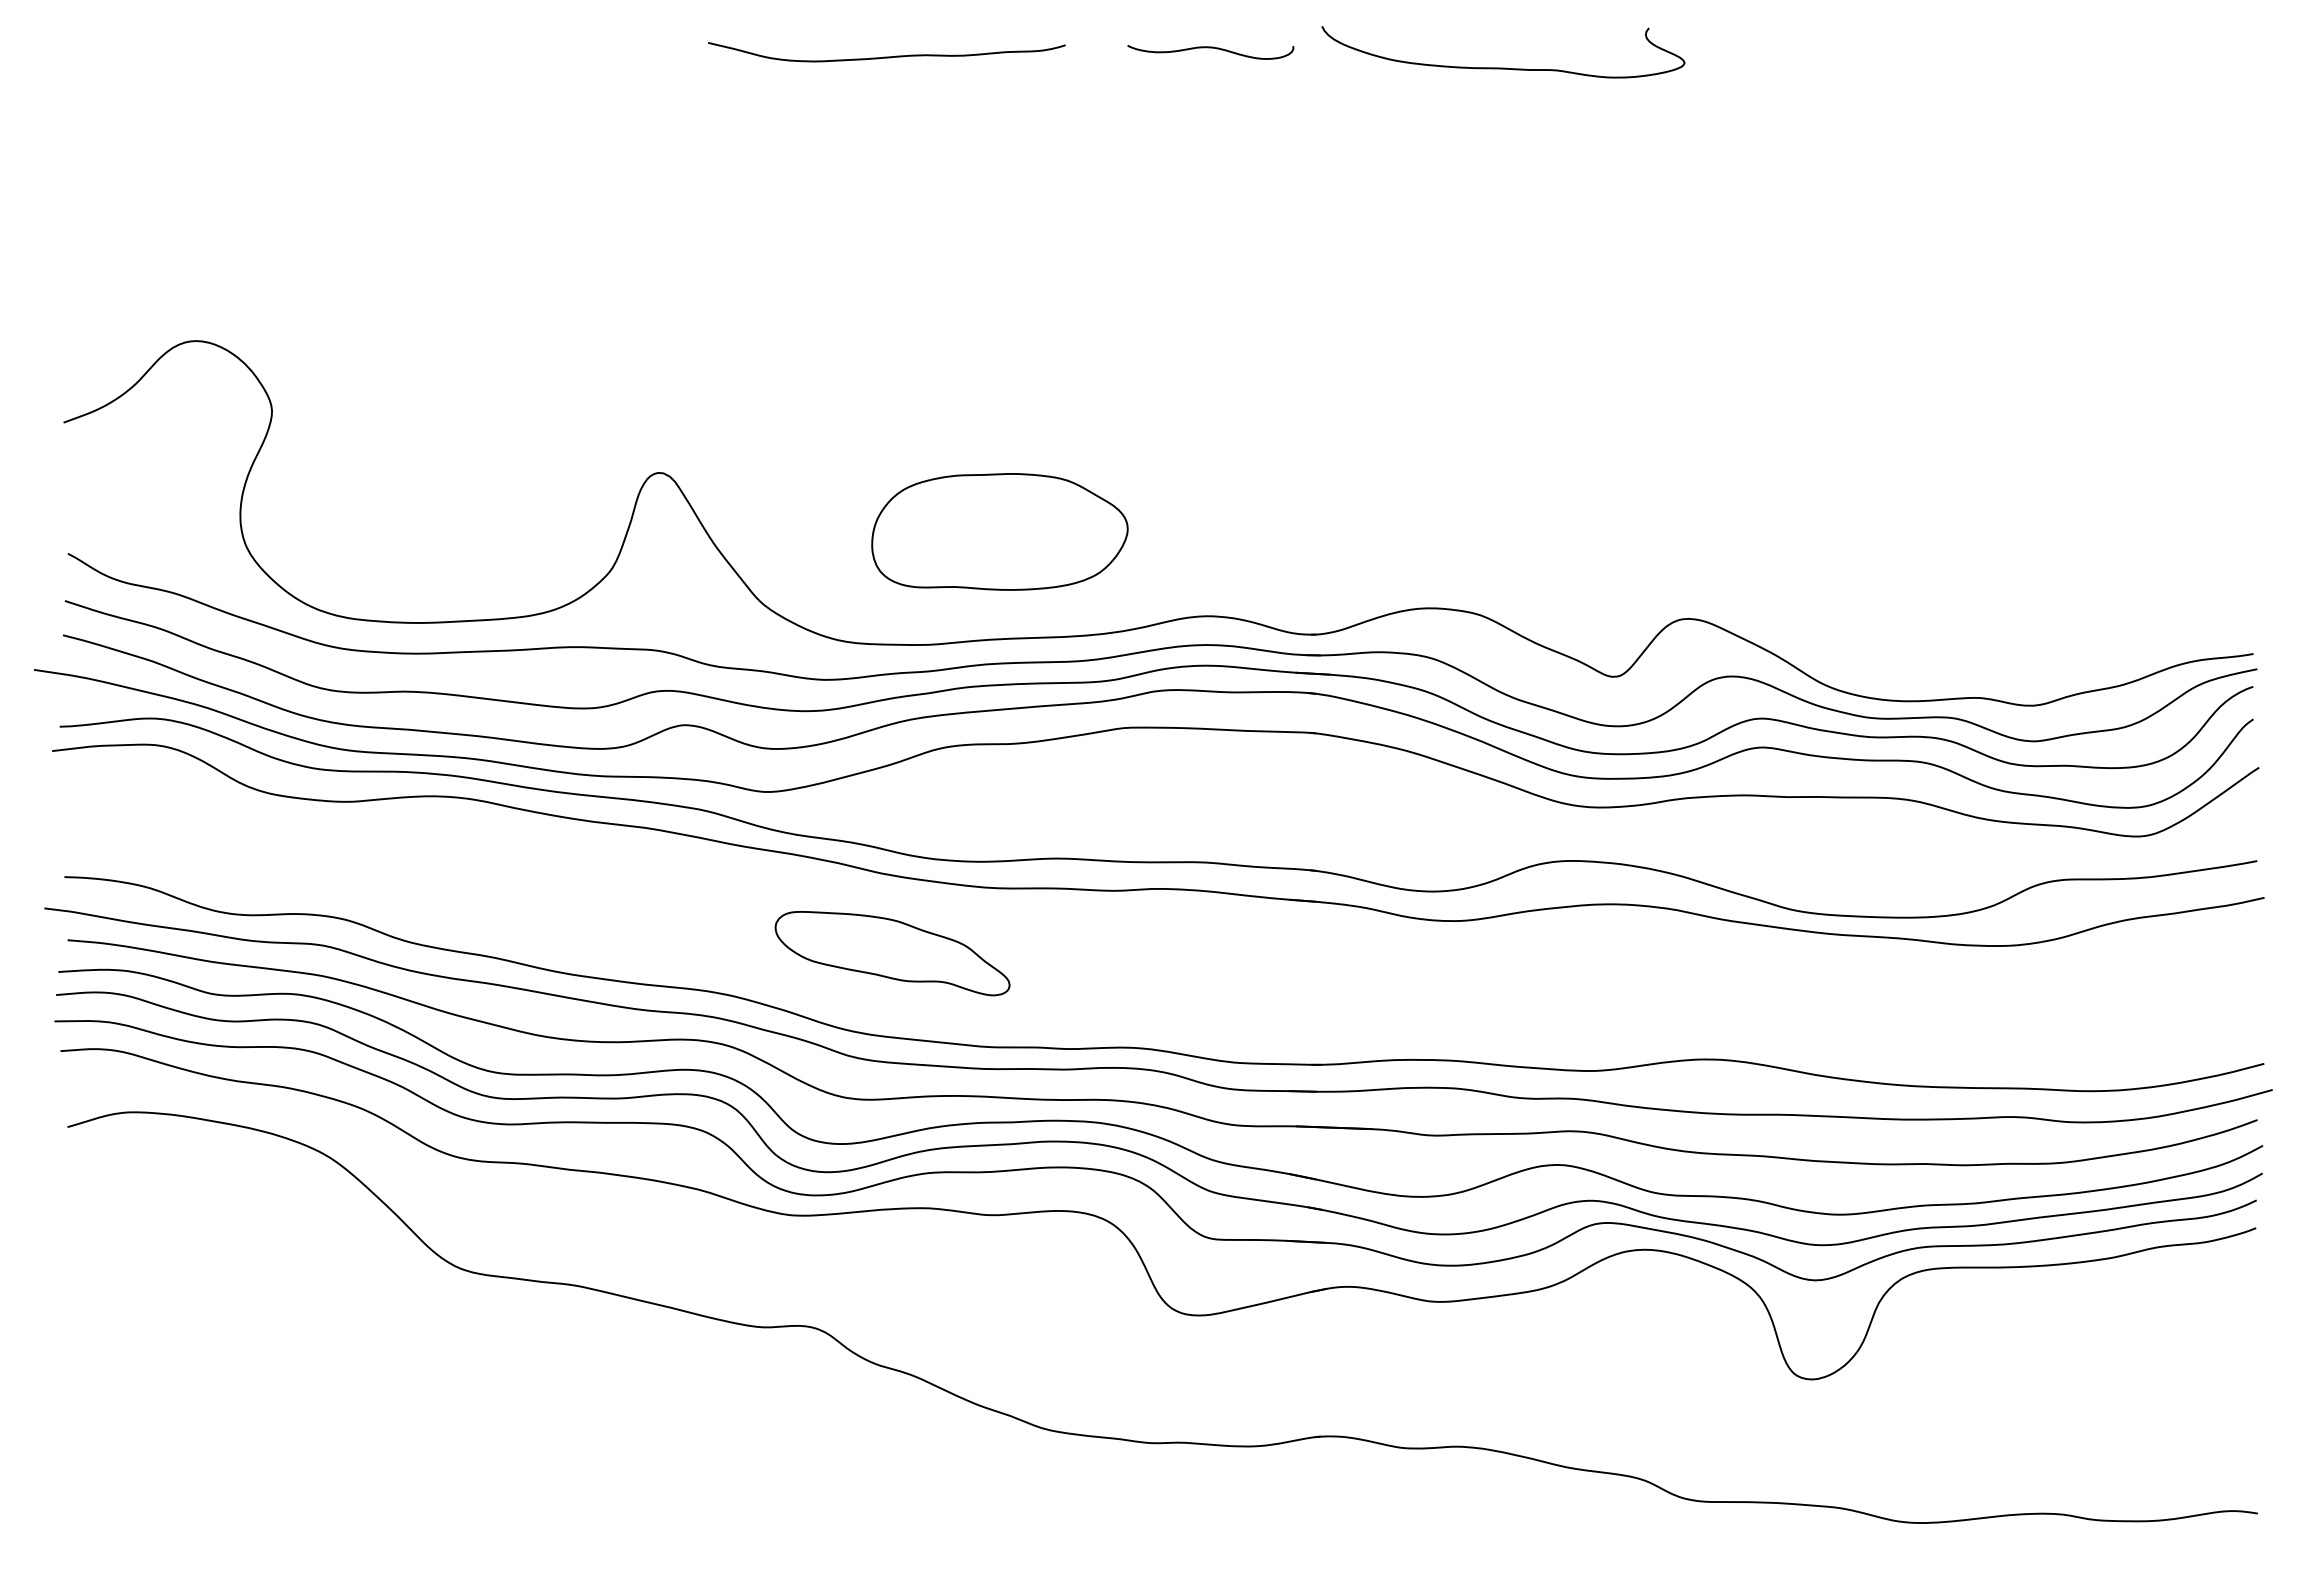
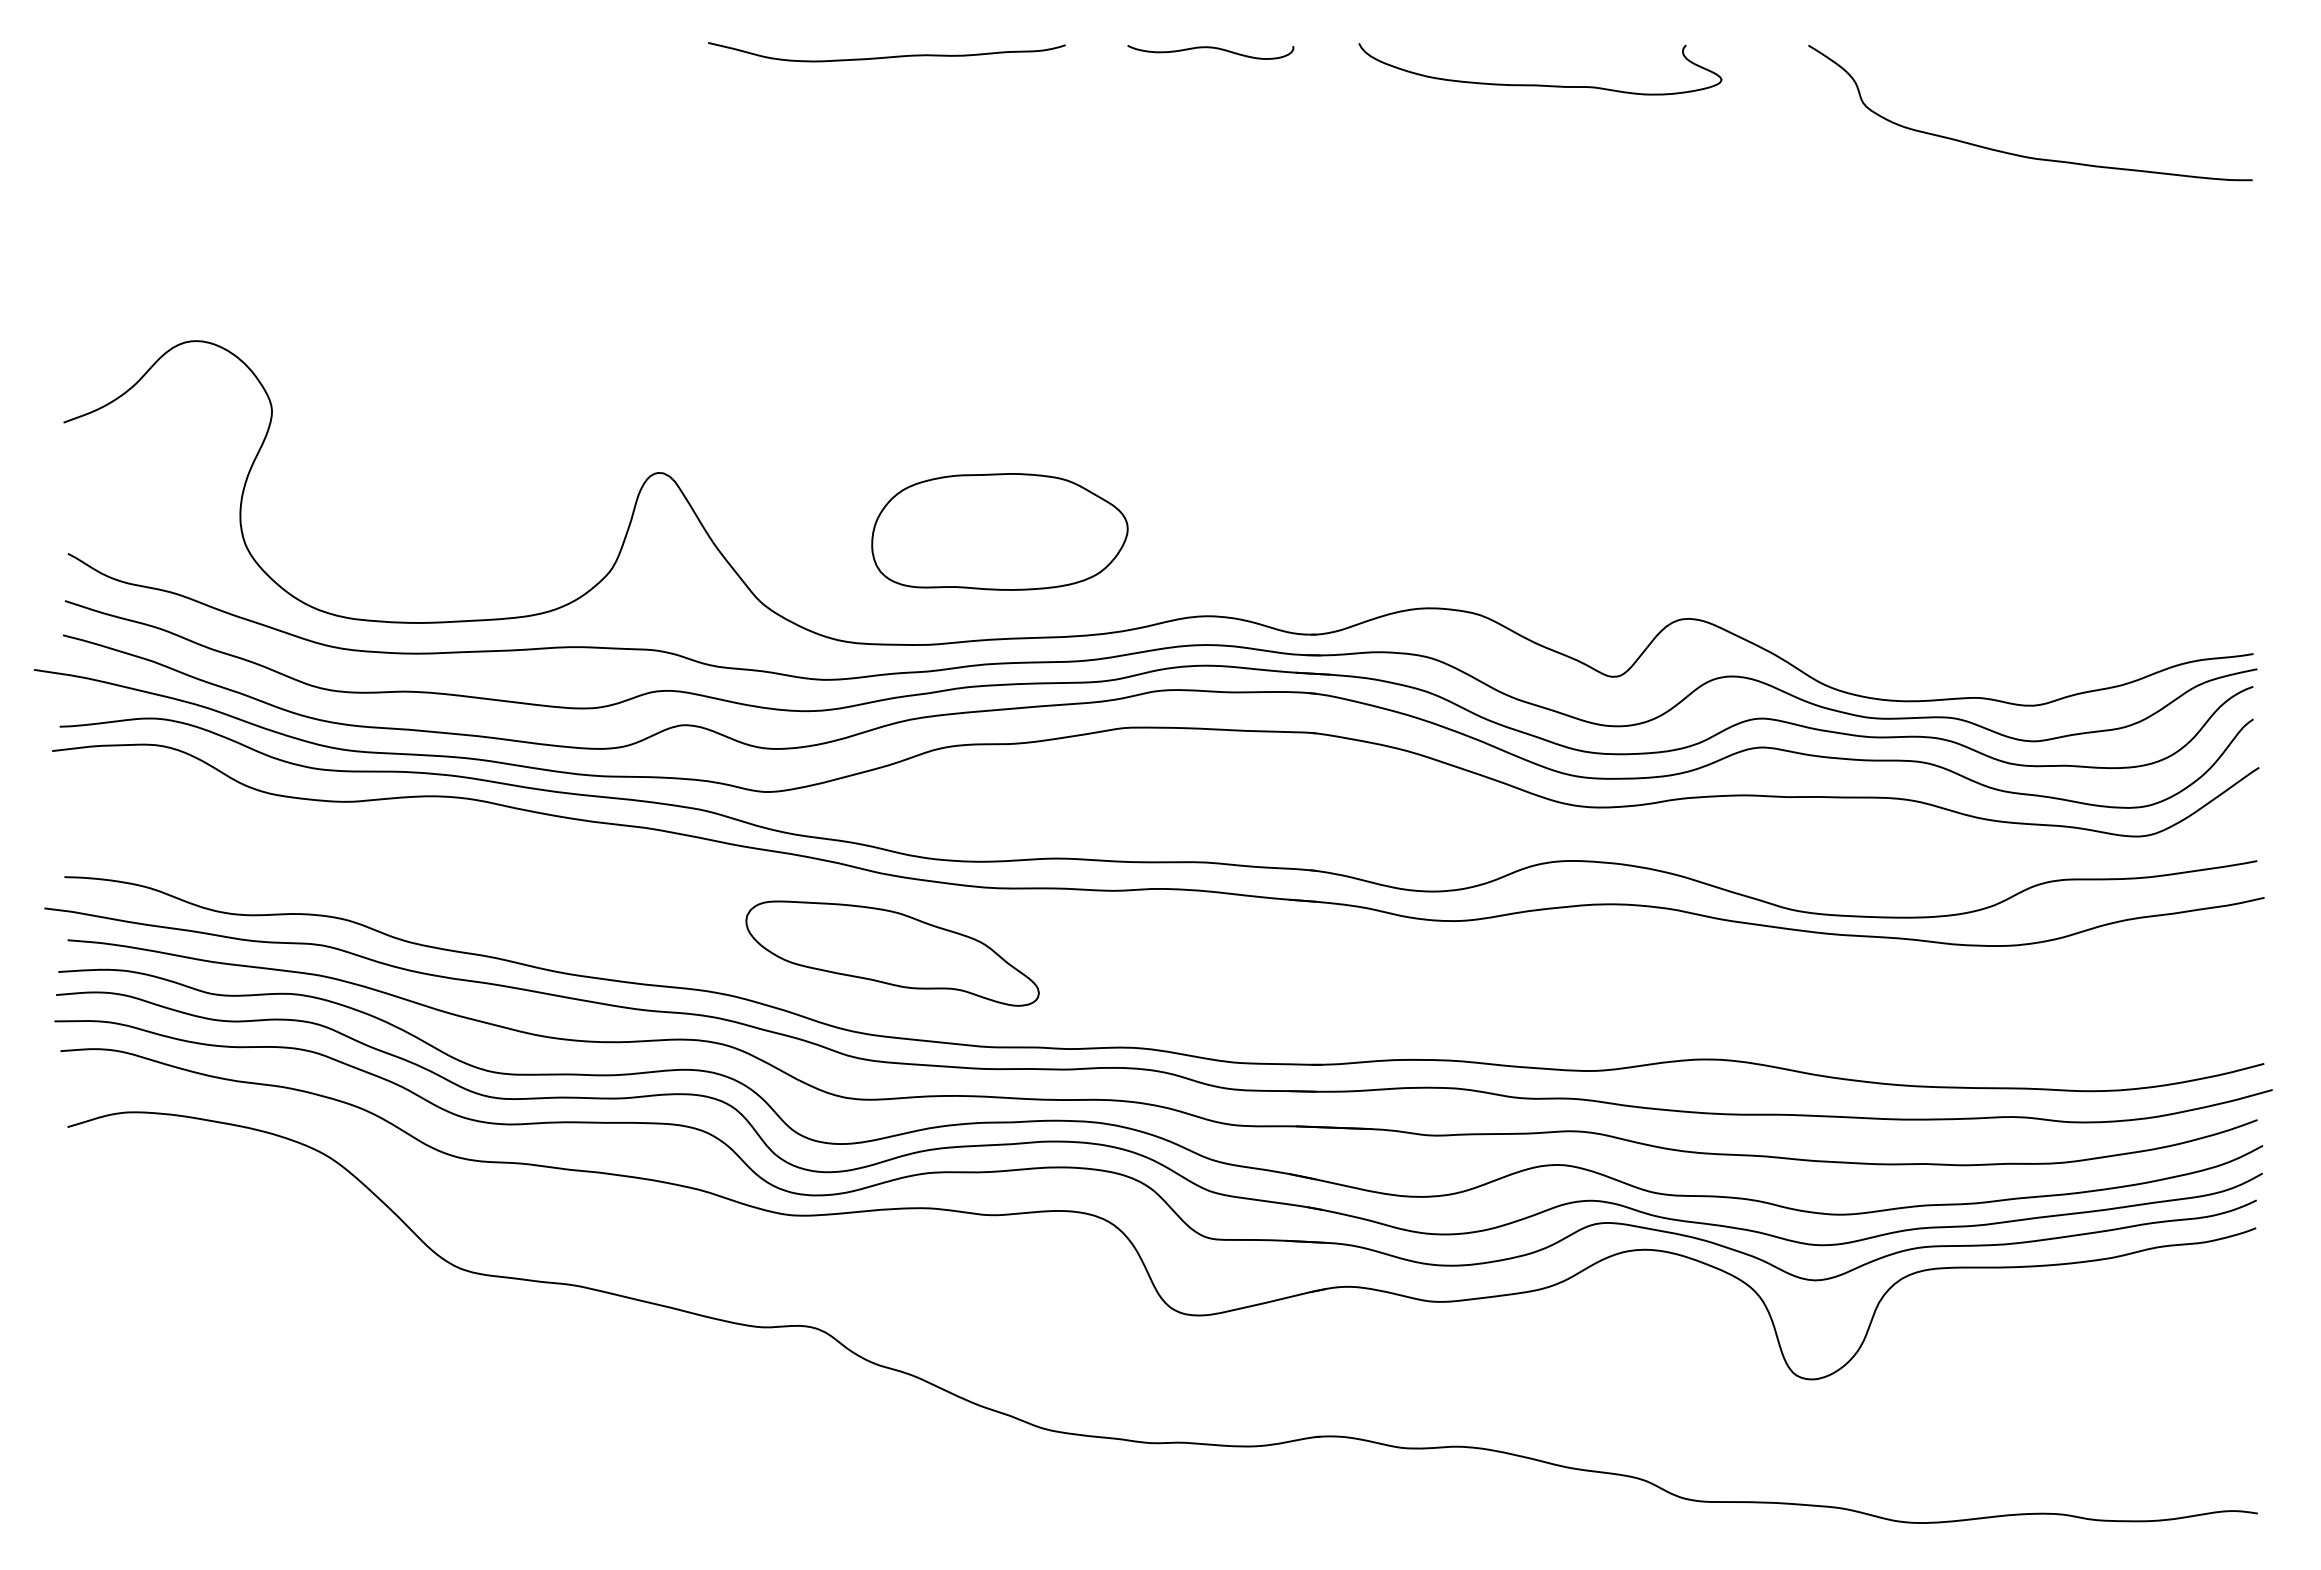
curve at (1503, 67) position: (1503, 67) -> (1540, 84)
curve at (2024, 155): none -> present
part at (892, 953) size: 237x86 px -> 295x107 px
